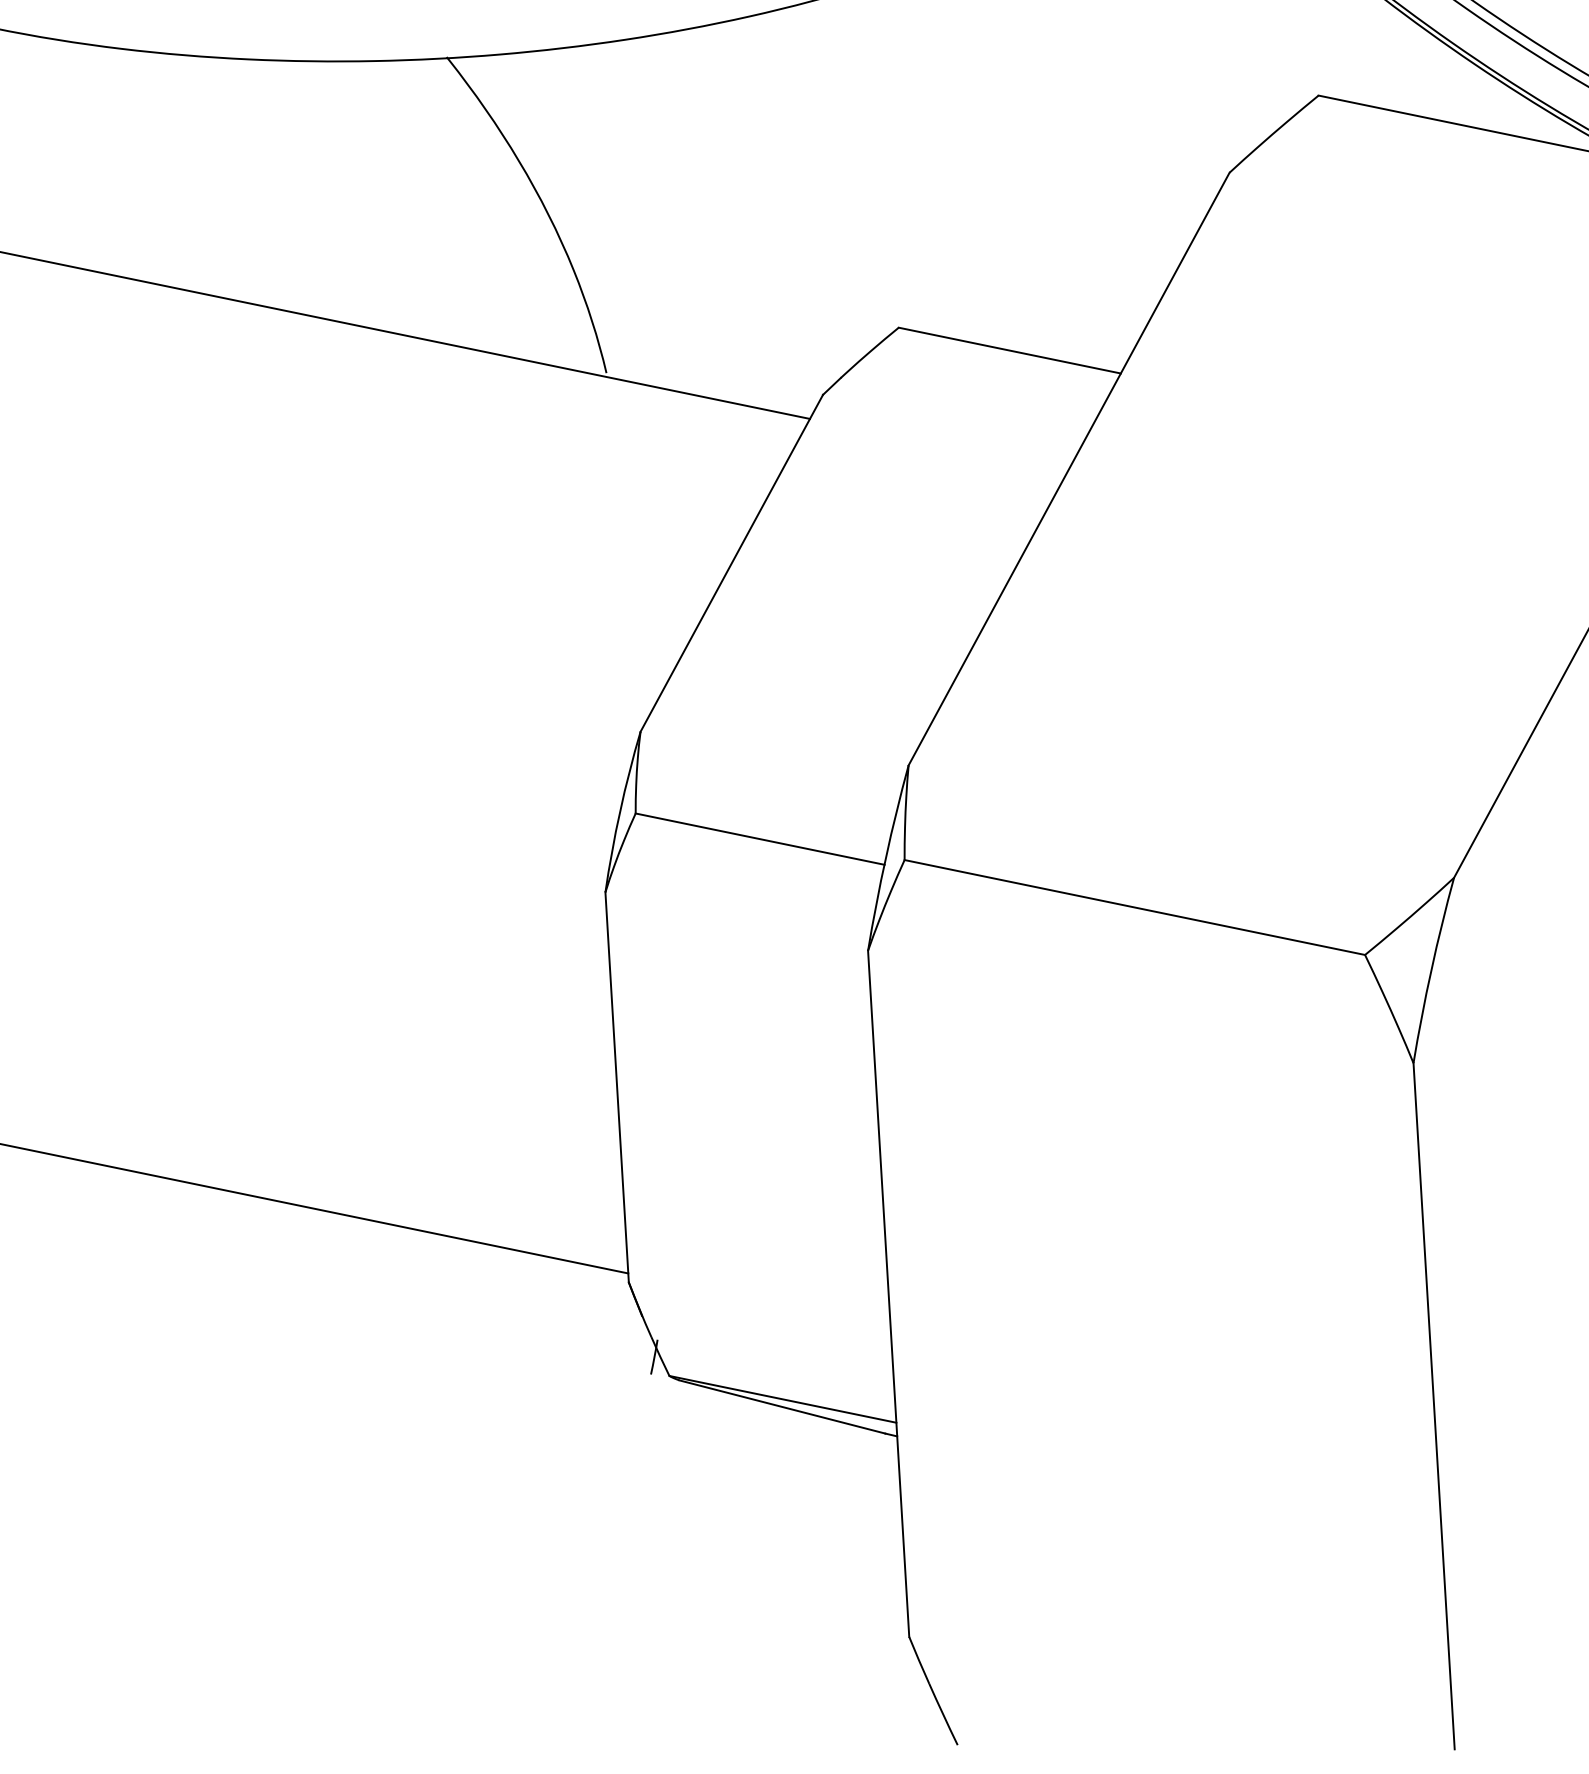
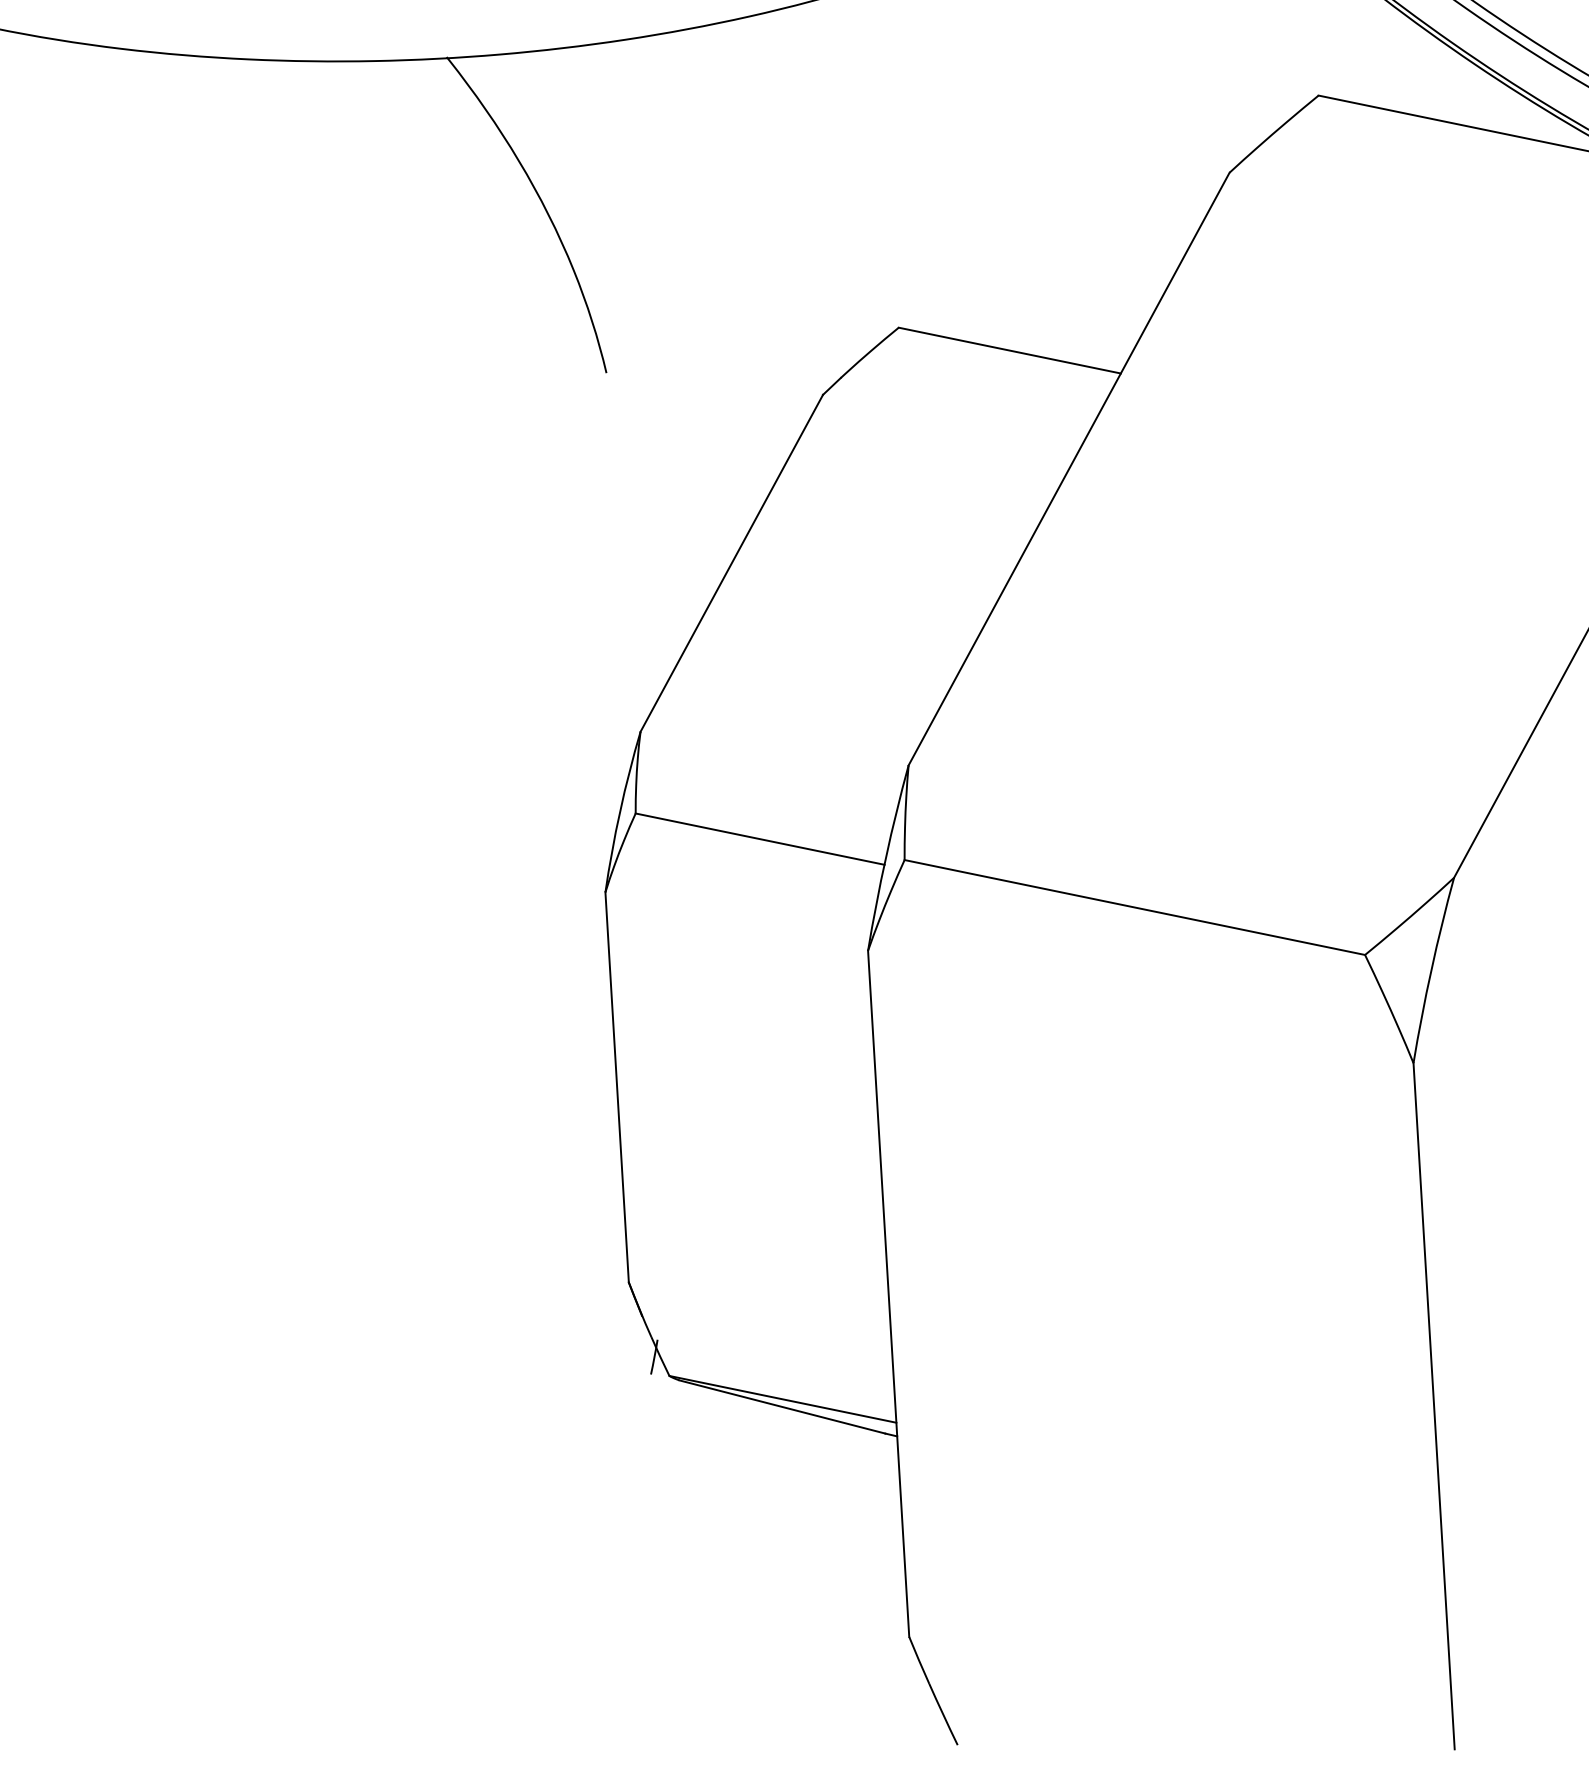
line at (406, 335): present -> none
line at (315, 1208): present -> none
